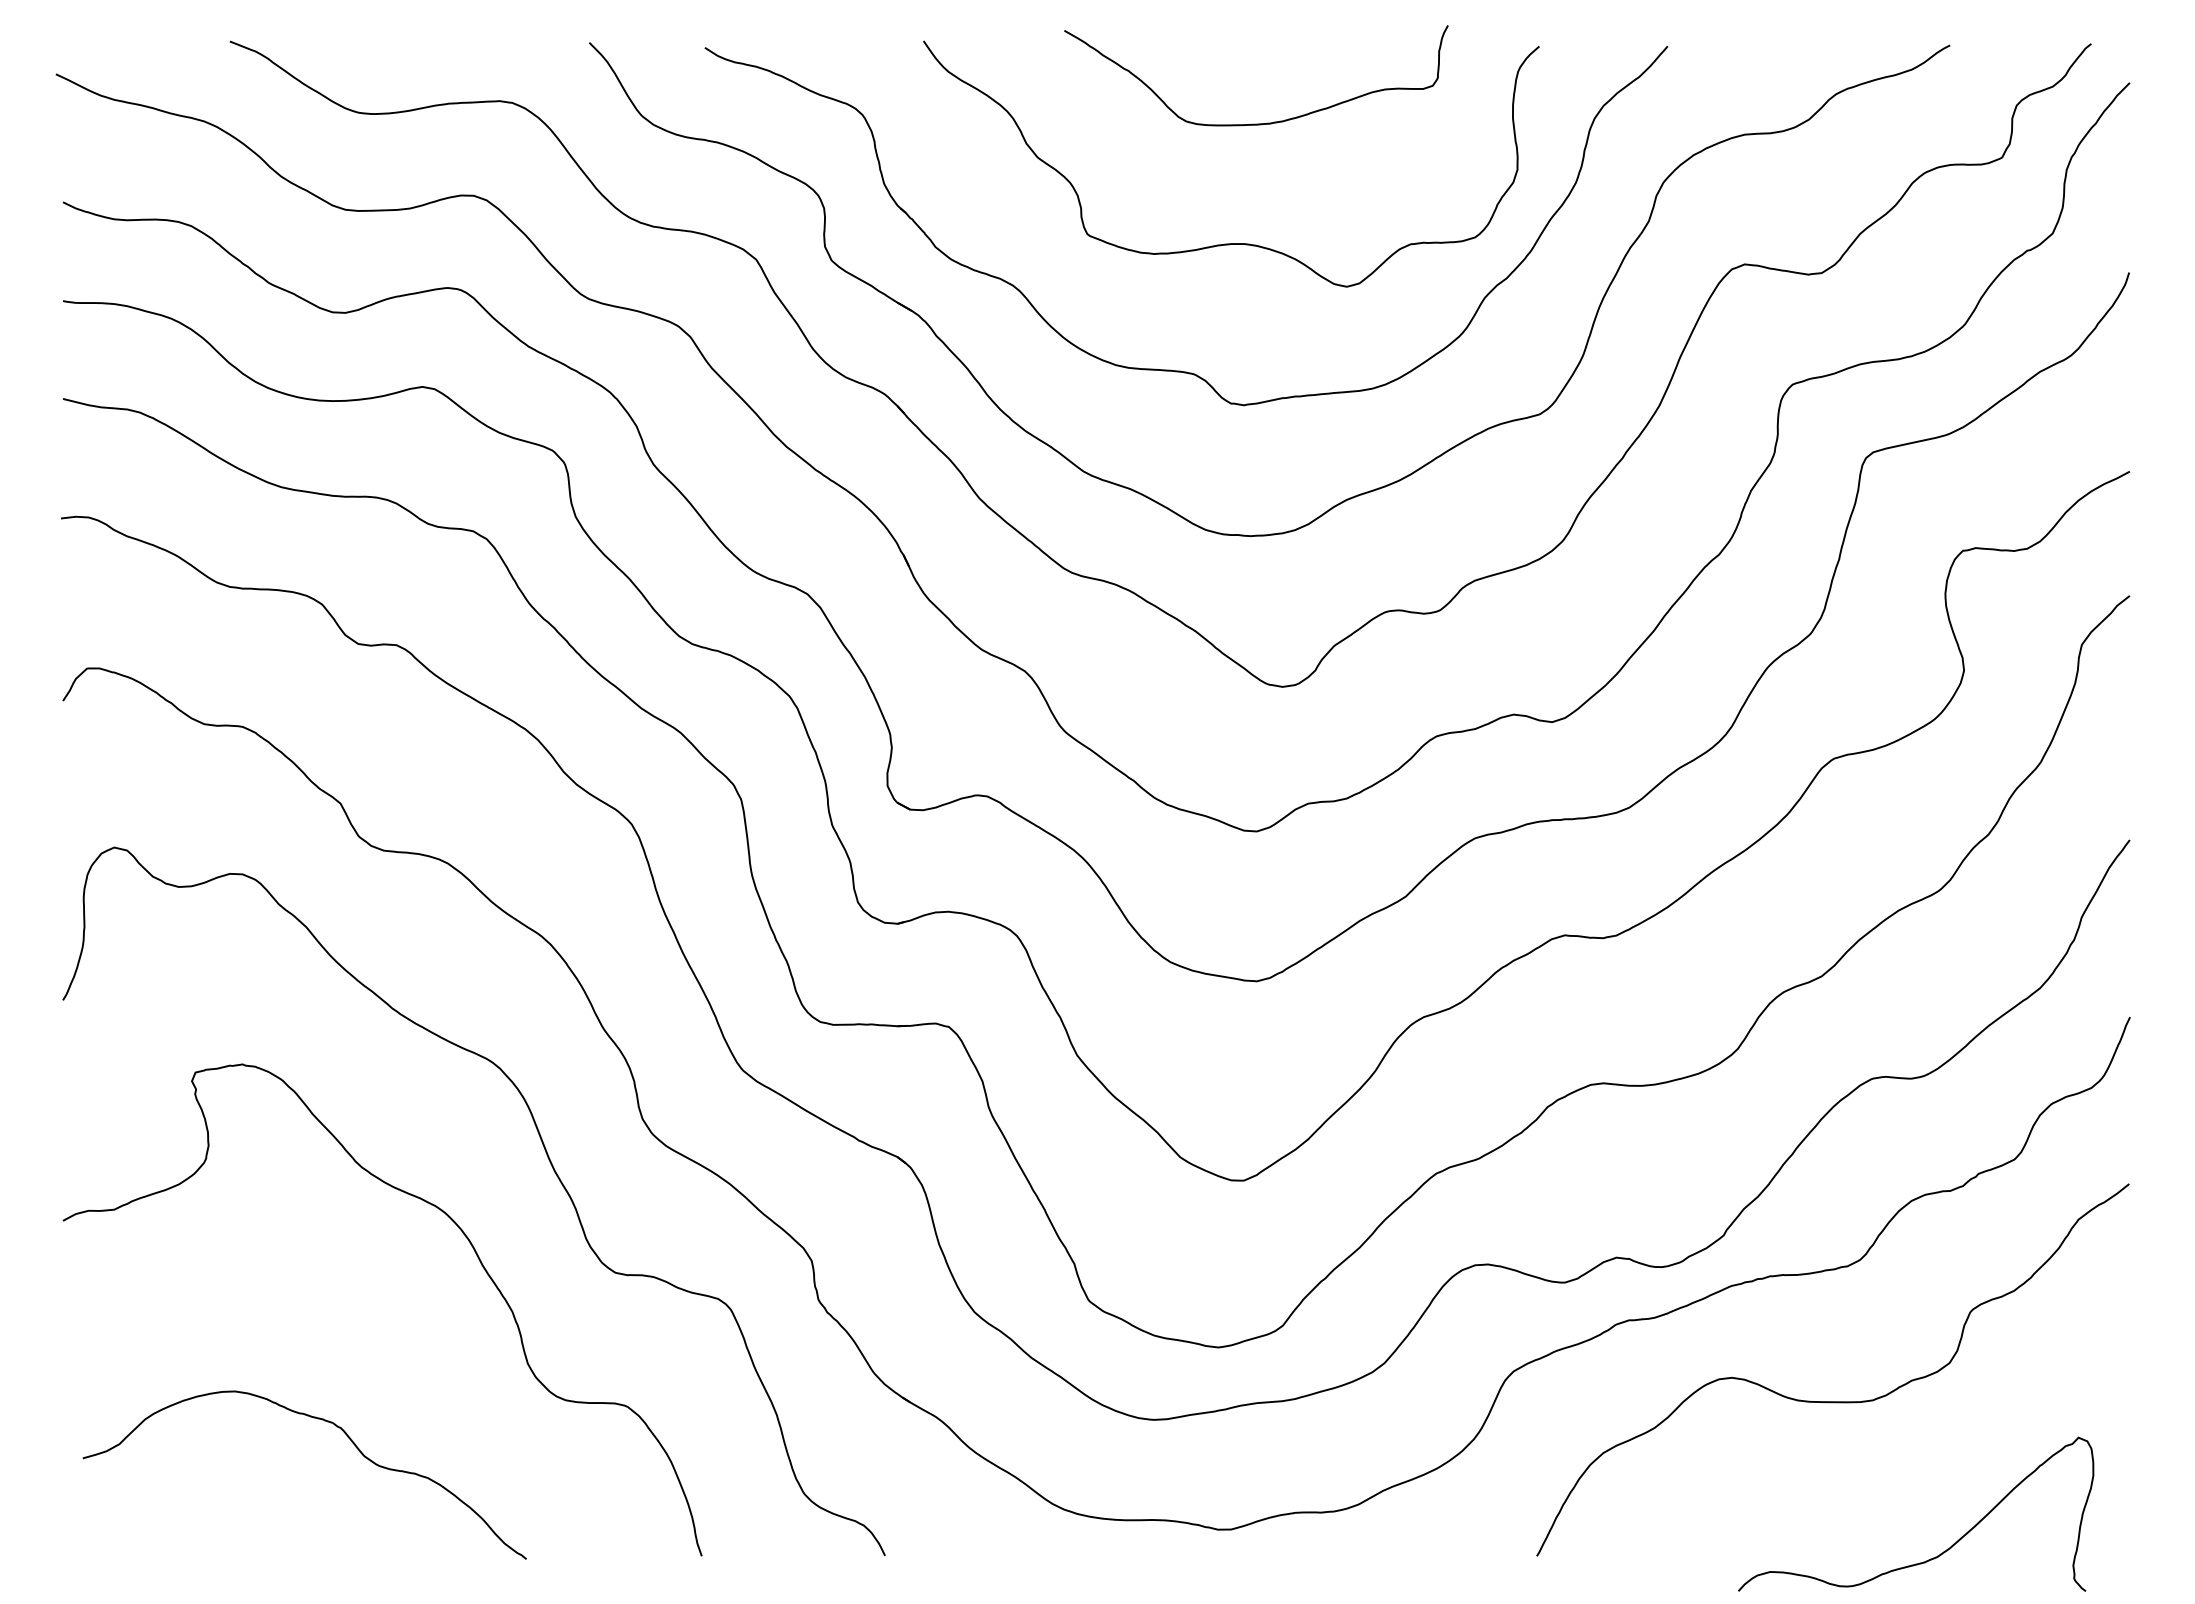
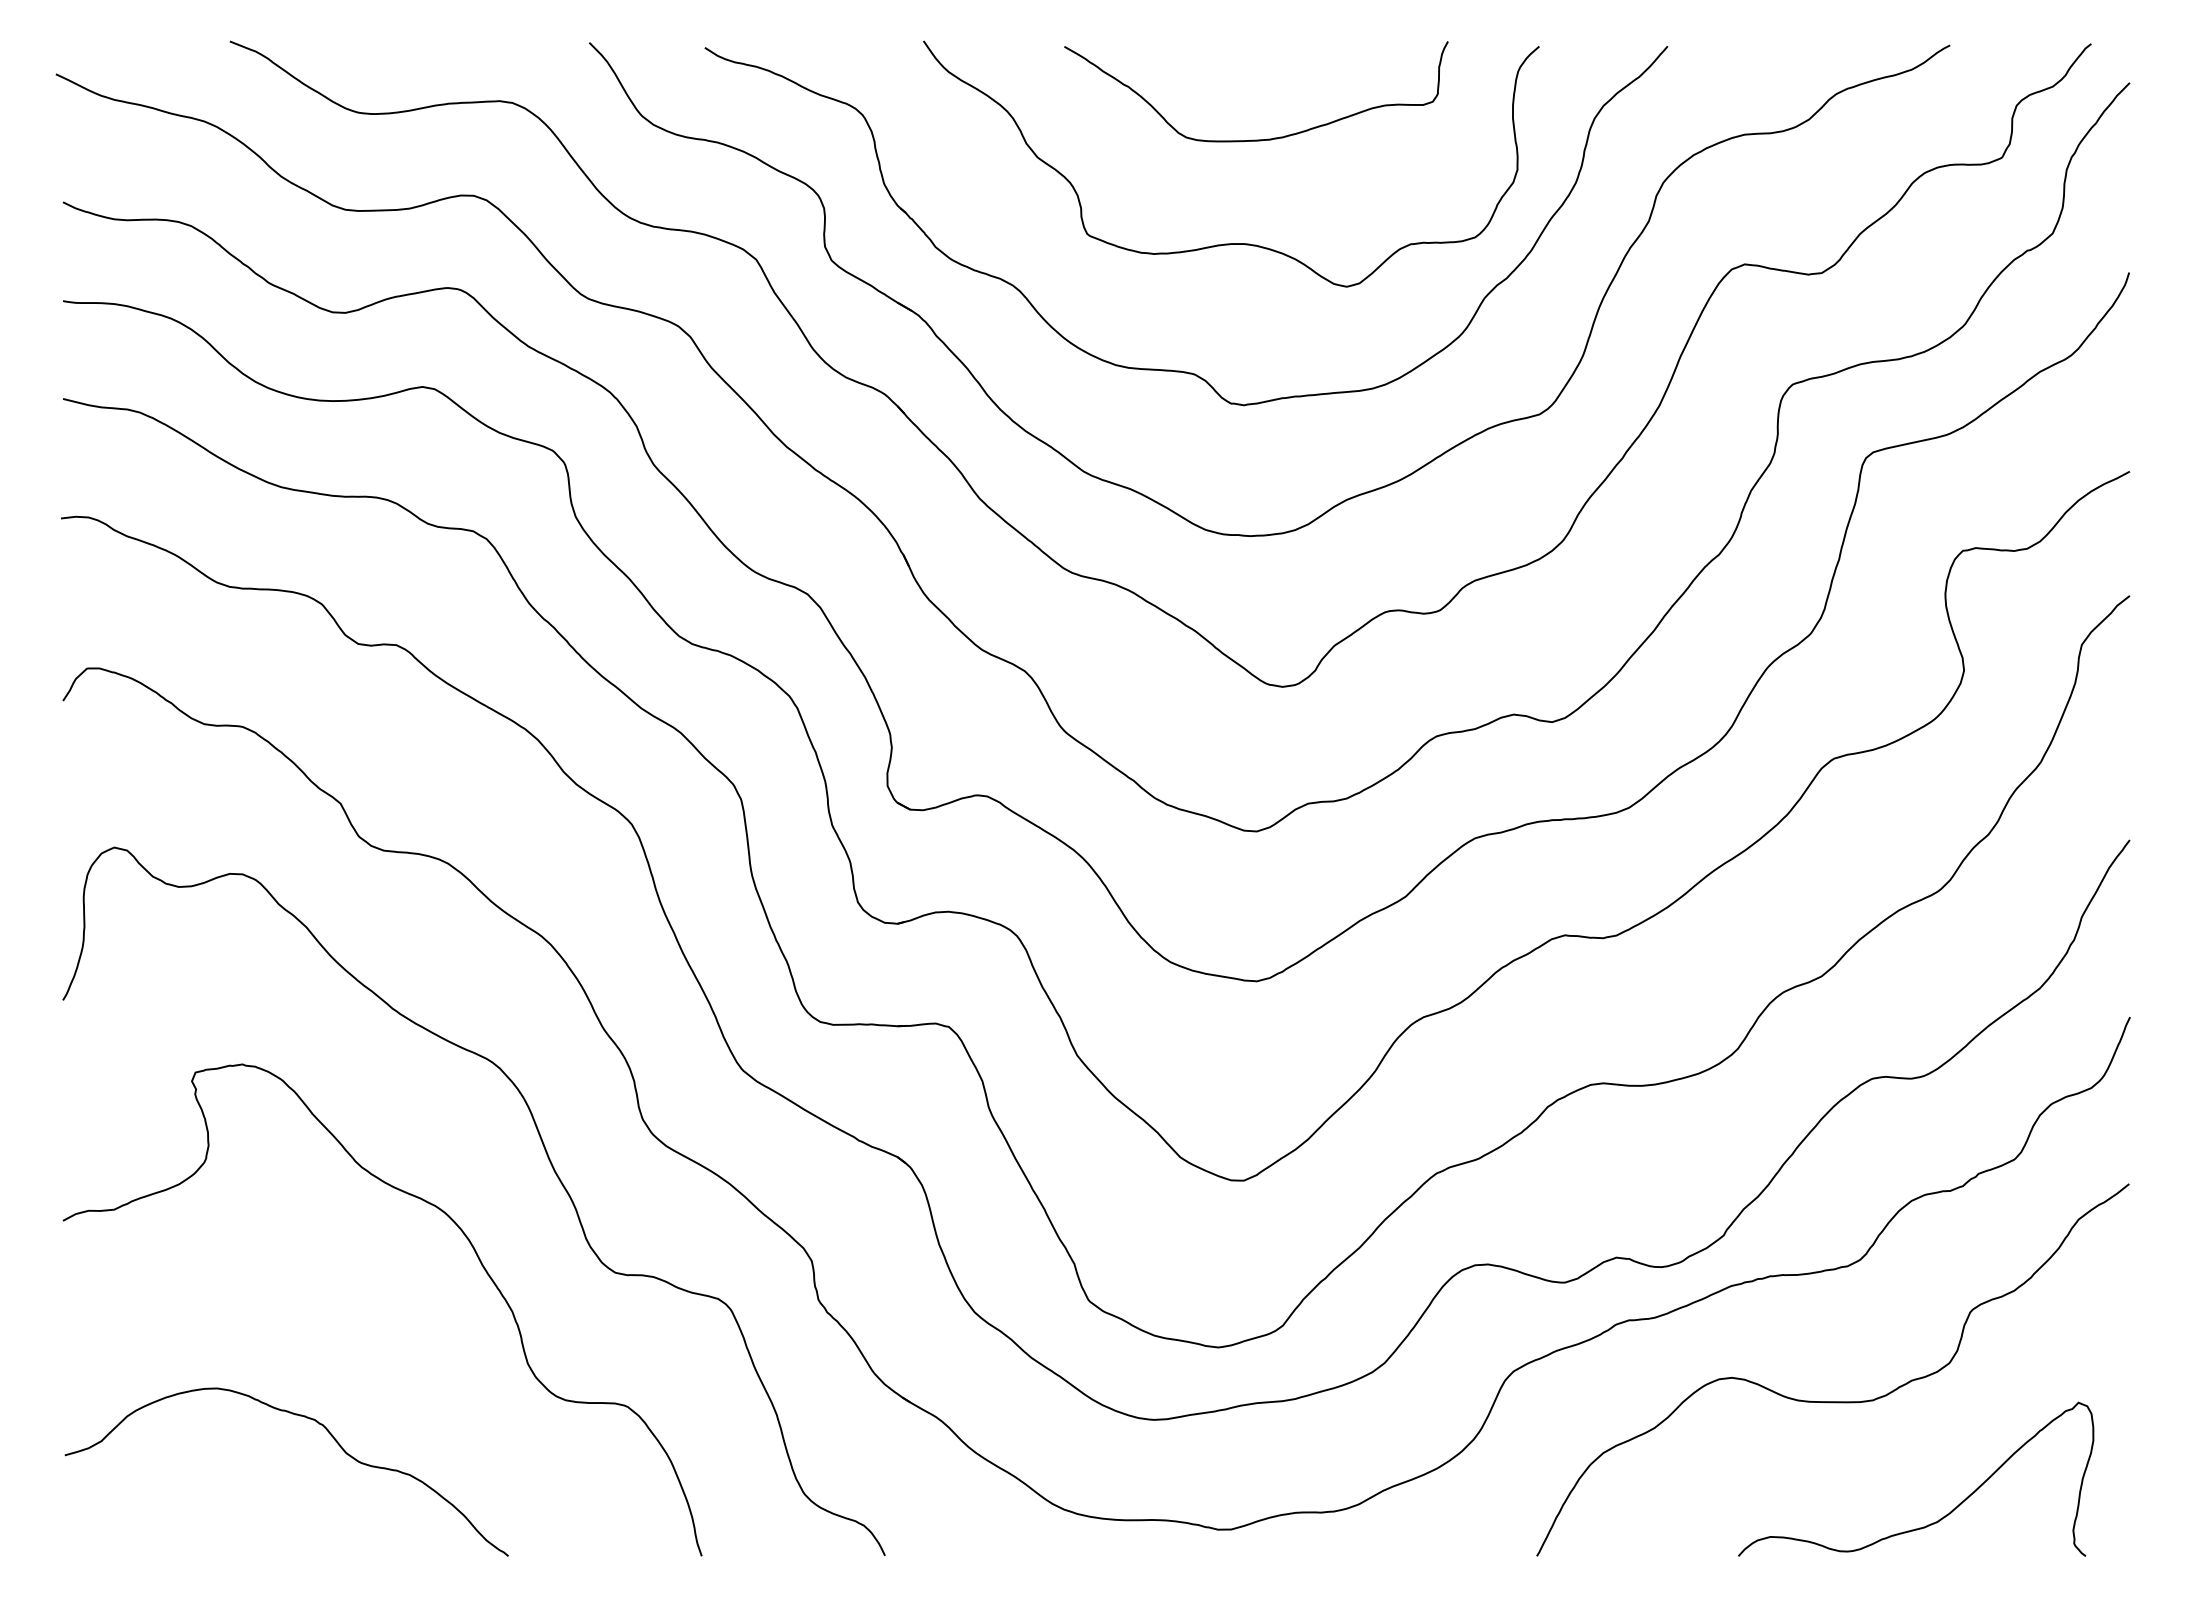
curve at (1256, 123) position: (1256, 123) -> (1256, 139)
curve at (317, 1419) position: (317, 1419) -> (299, 1416)
curve at (1944, 1550) position: (1944, 1550) -> (1944, 1515)
